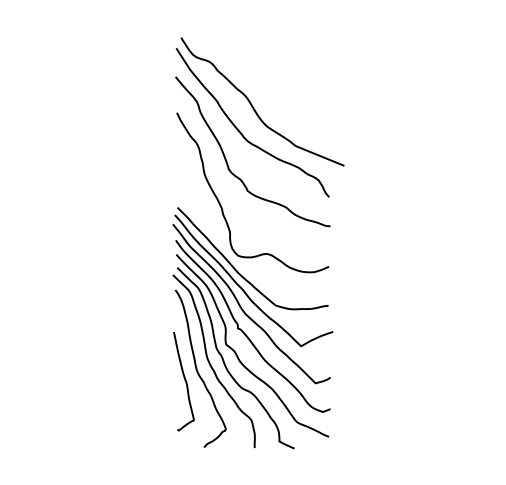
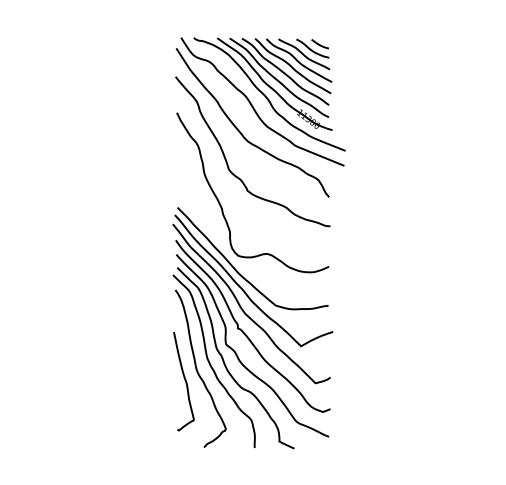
part at (269, 94): none -> present
